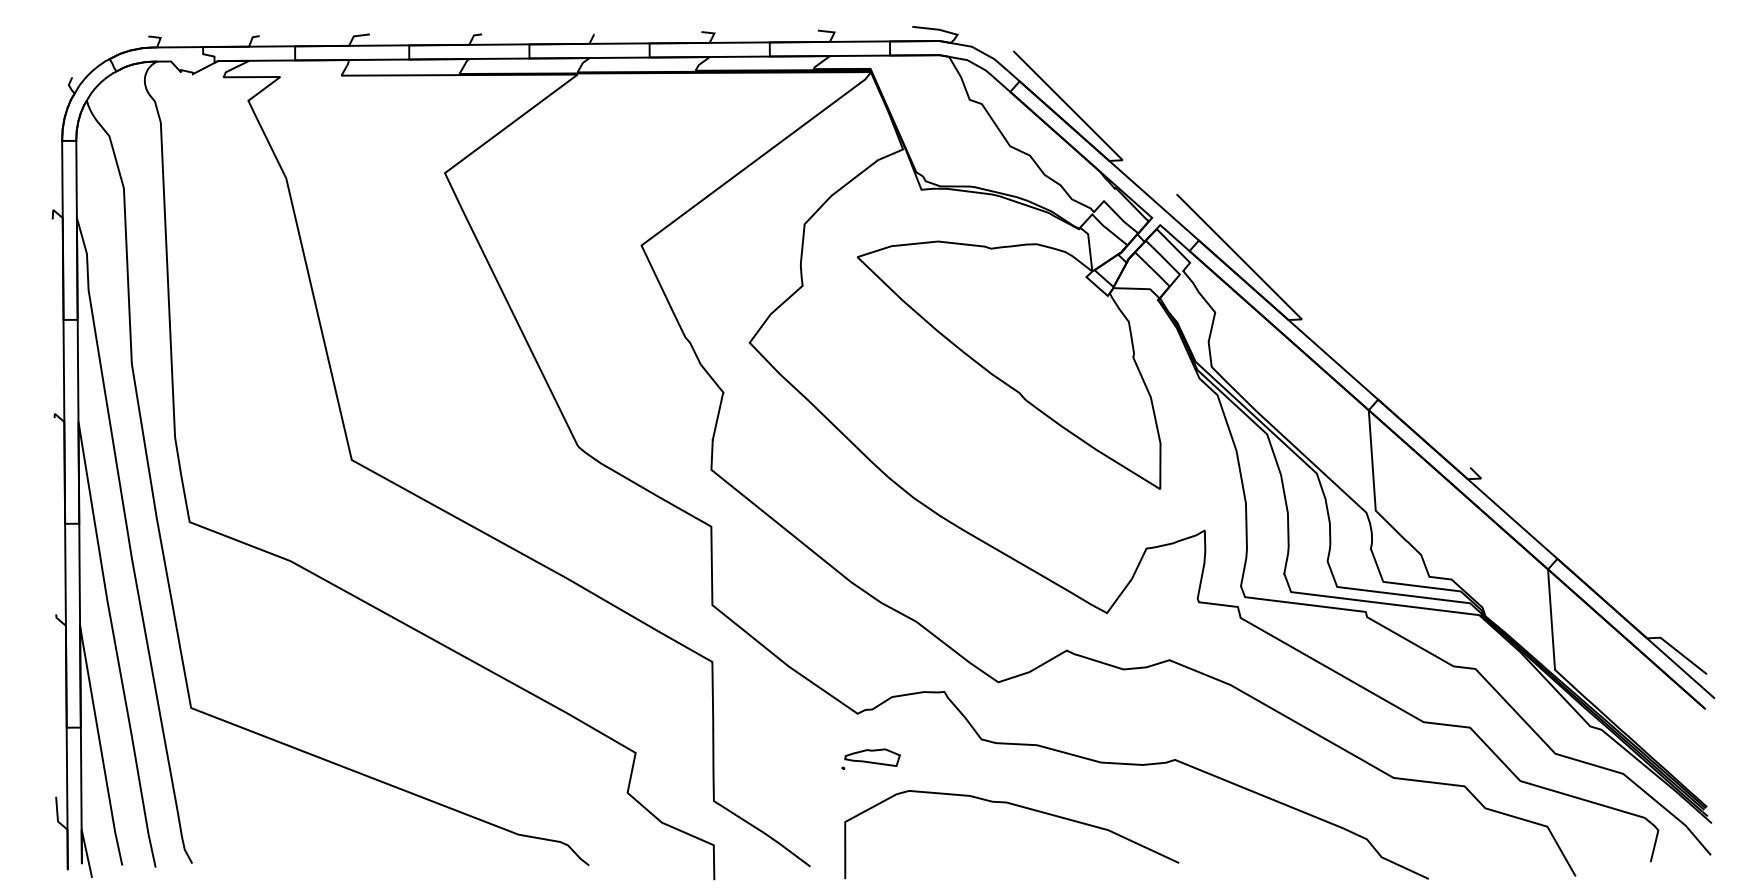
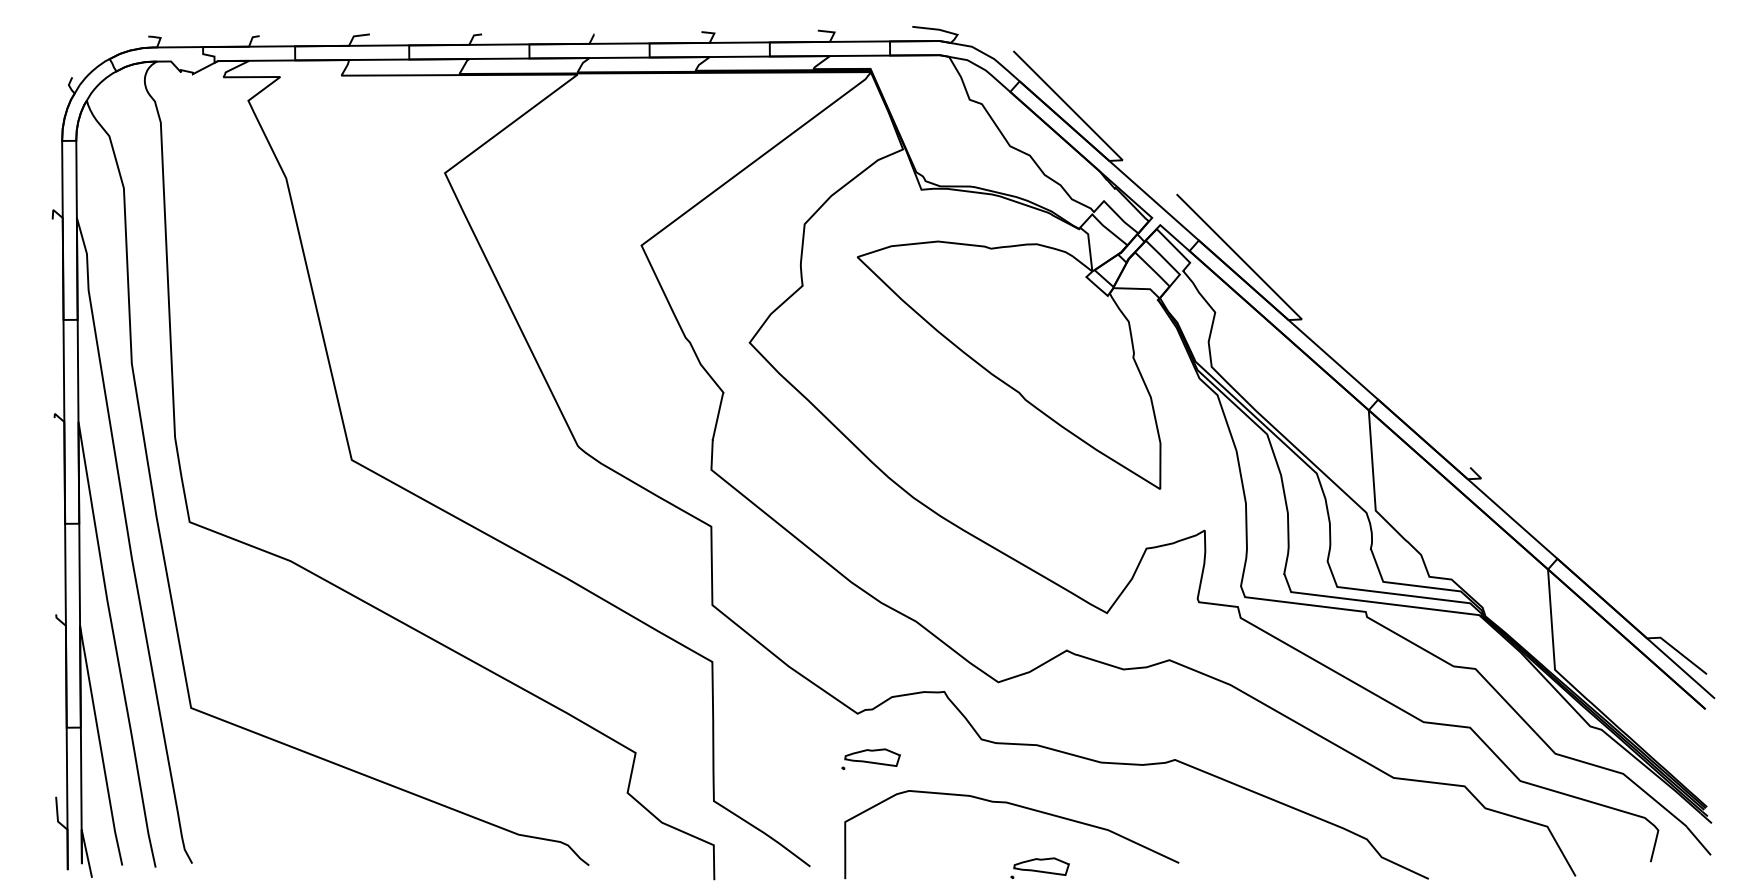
part at (1039, 867): none -> present
